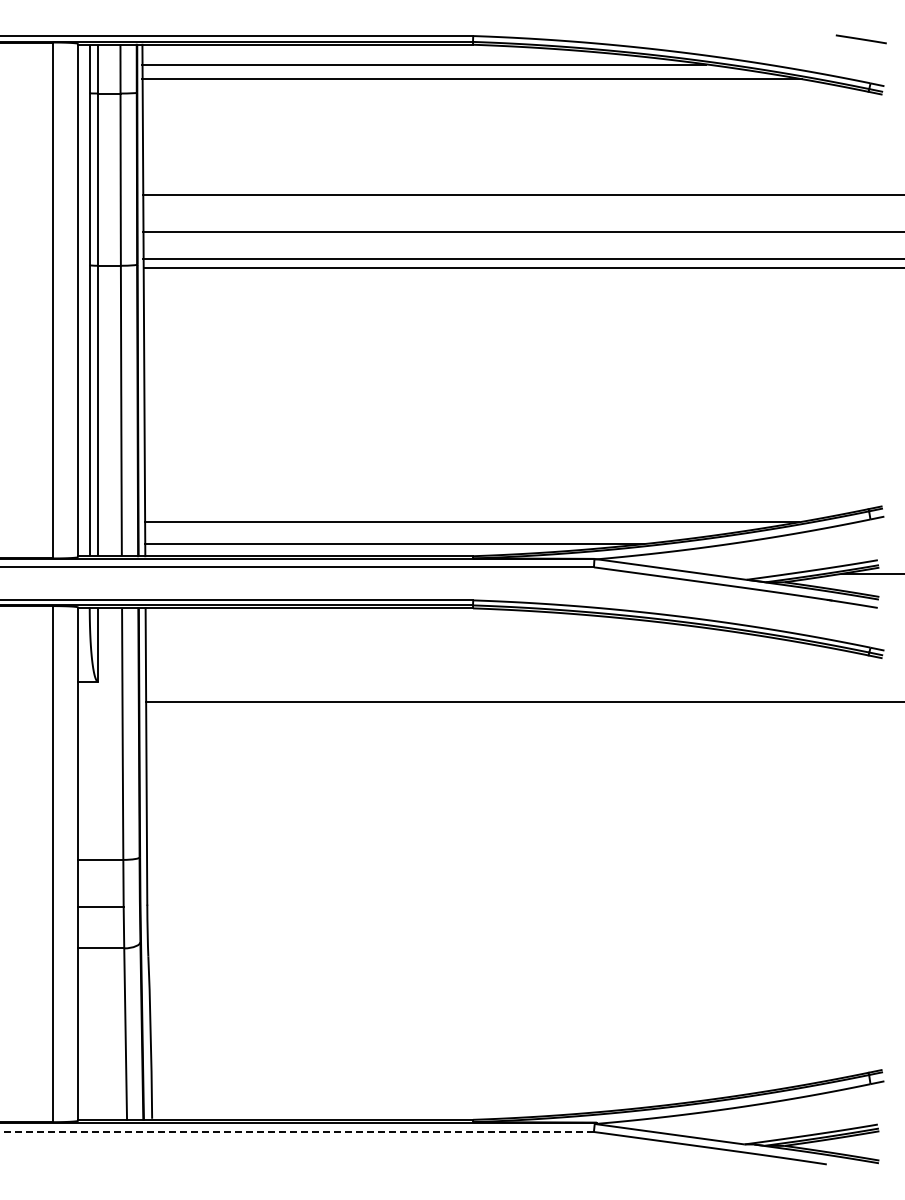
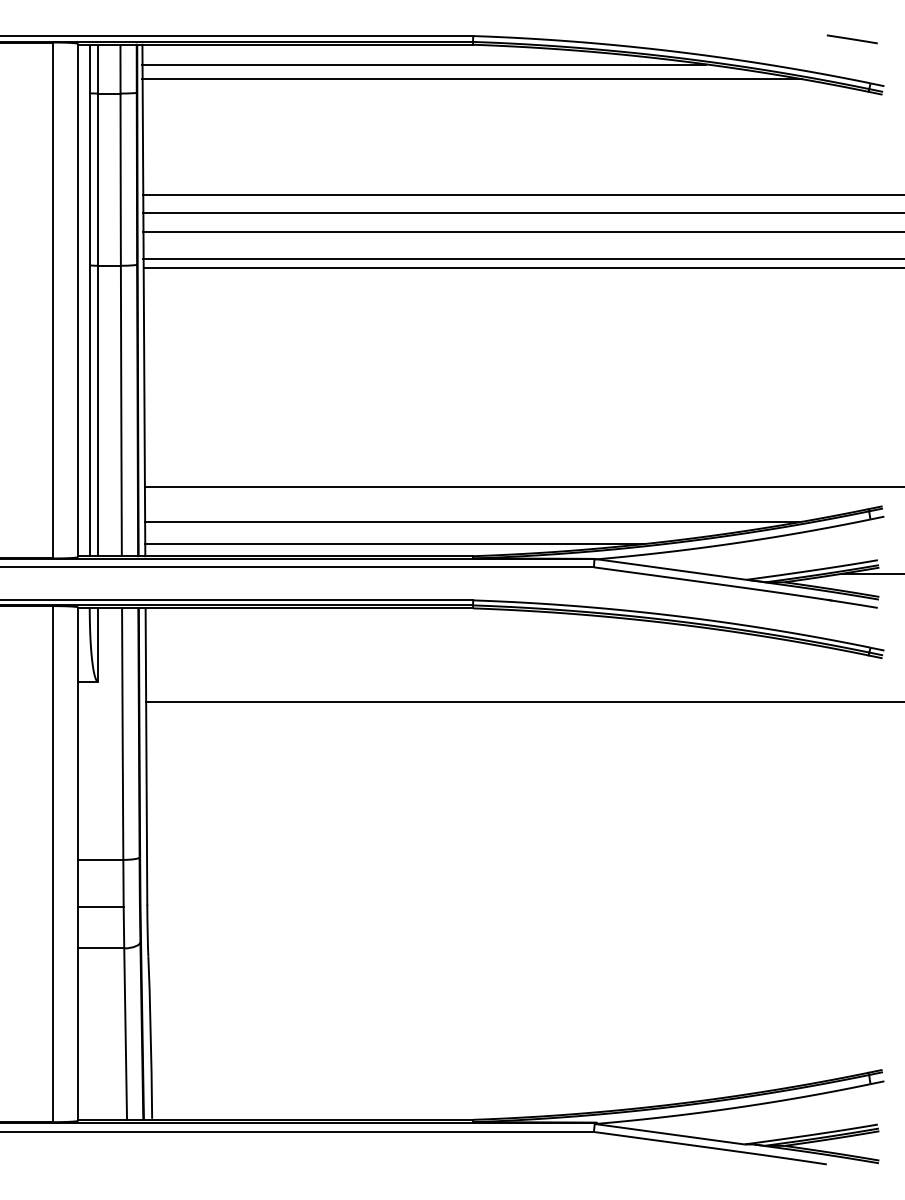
line at (860, 39) position: (860, 39) -> (851, 39)
line at (522, 213): none -> present
line at (522, 486): none -> present
line at (296, 1131): dashed -> solid
